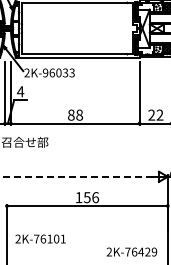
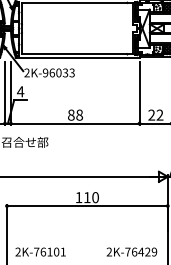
line at (78, 176): dashed -> solid
text at (91, 197): 156 -> 110
text at (40, 238) position: (40, 238) -> (40, 251)
